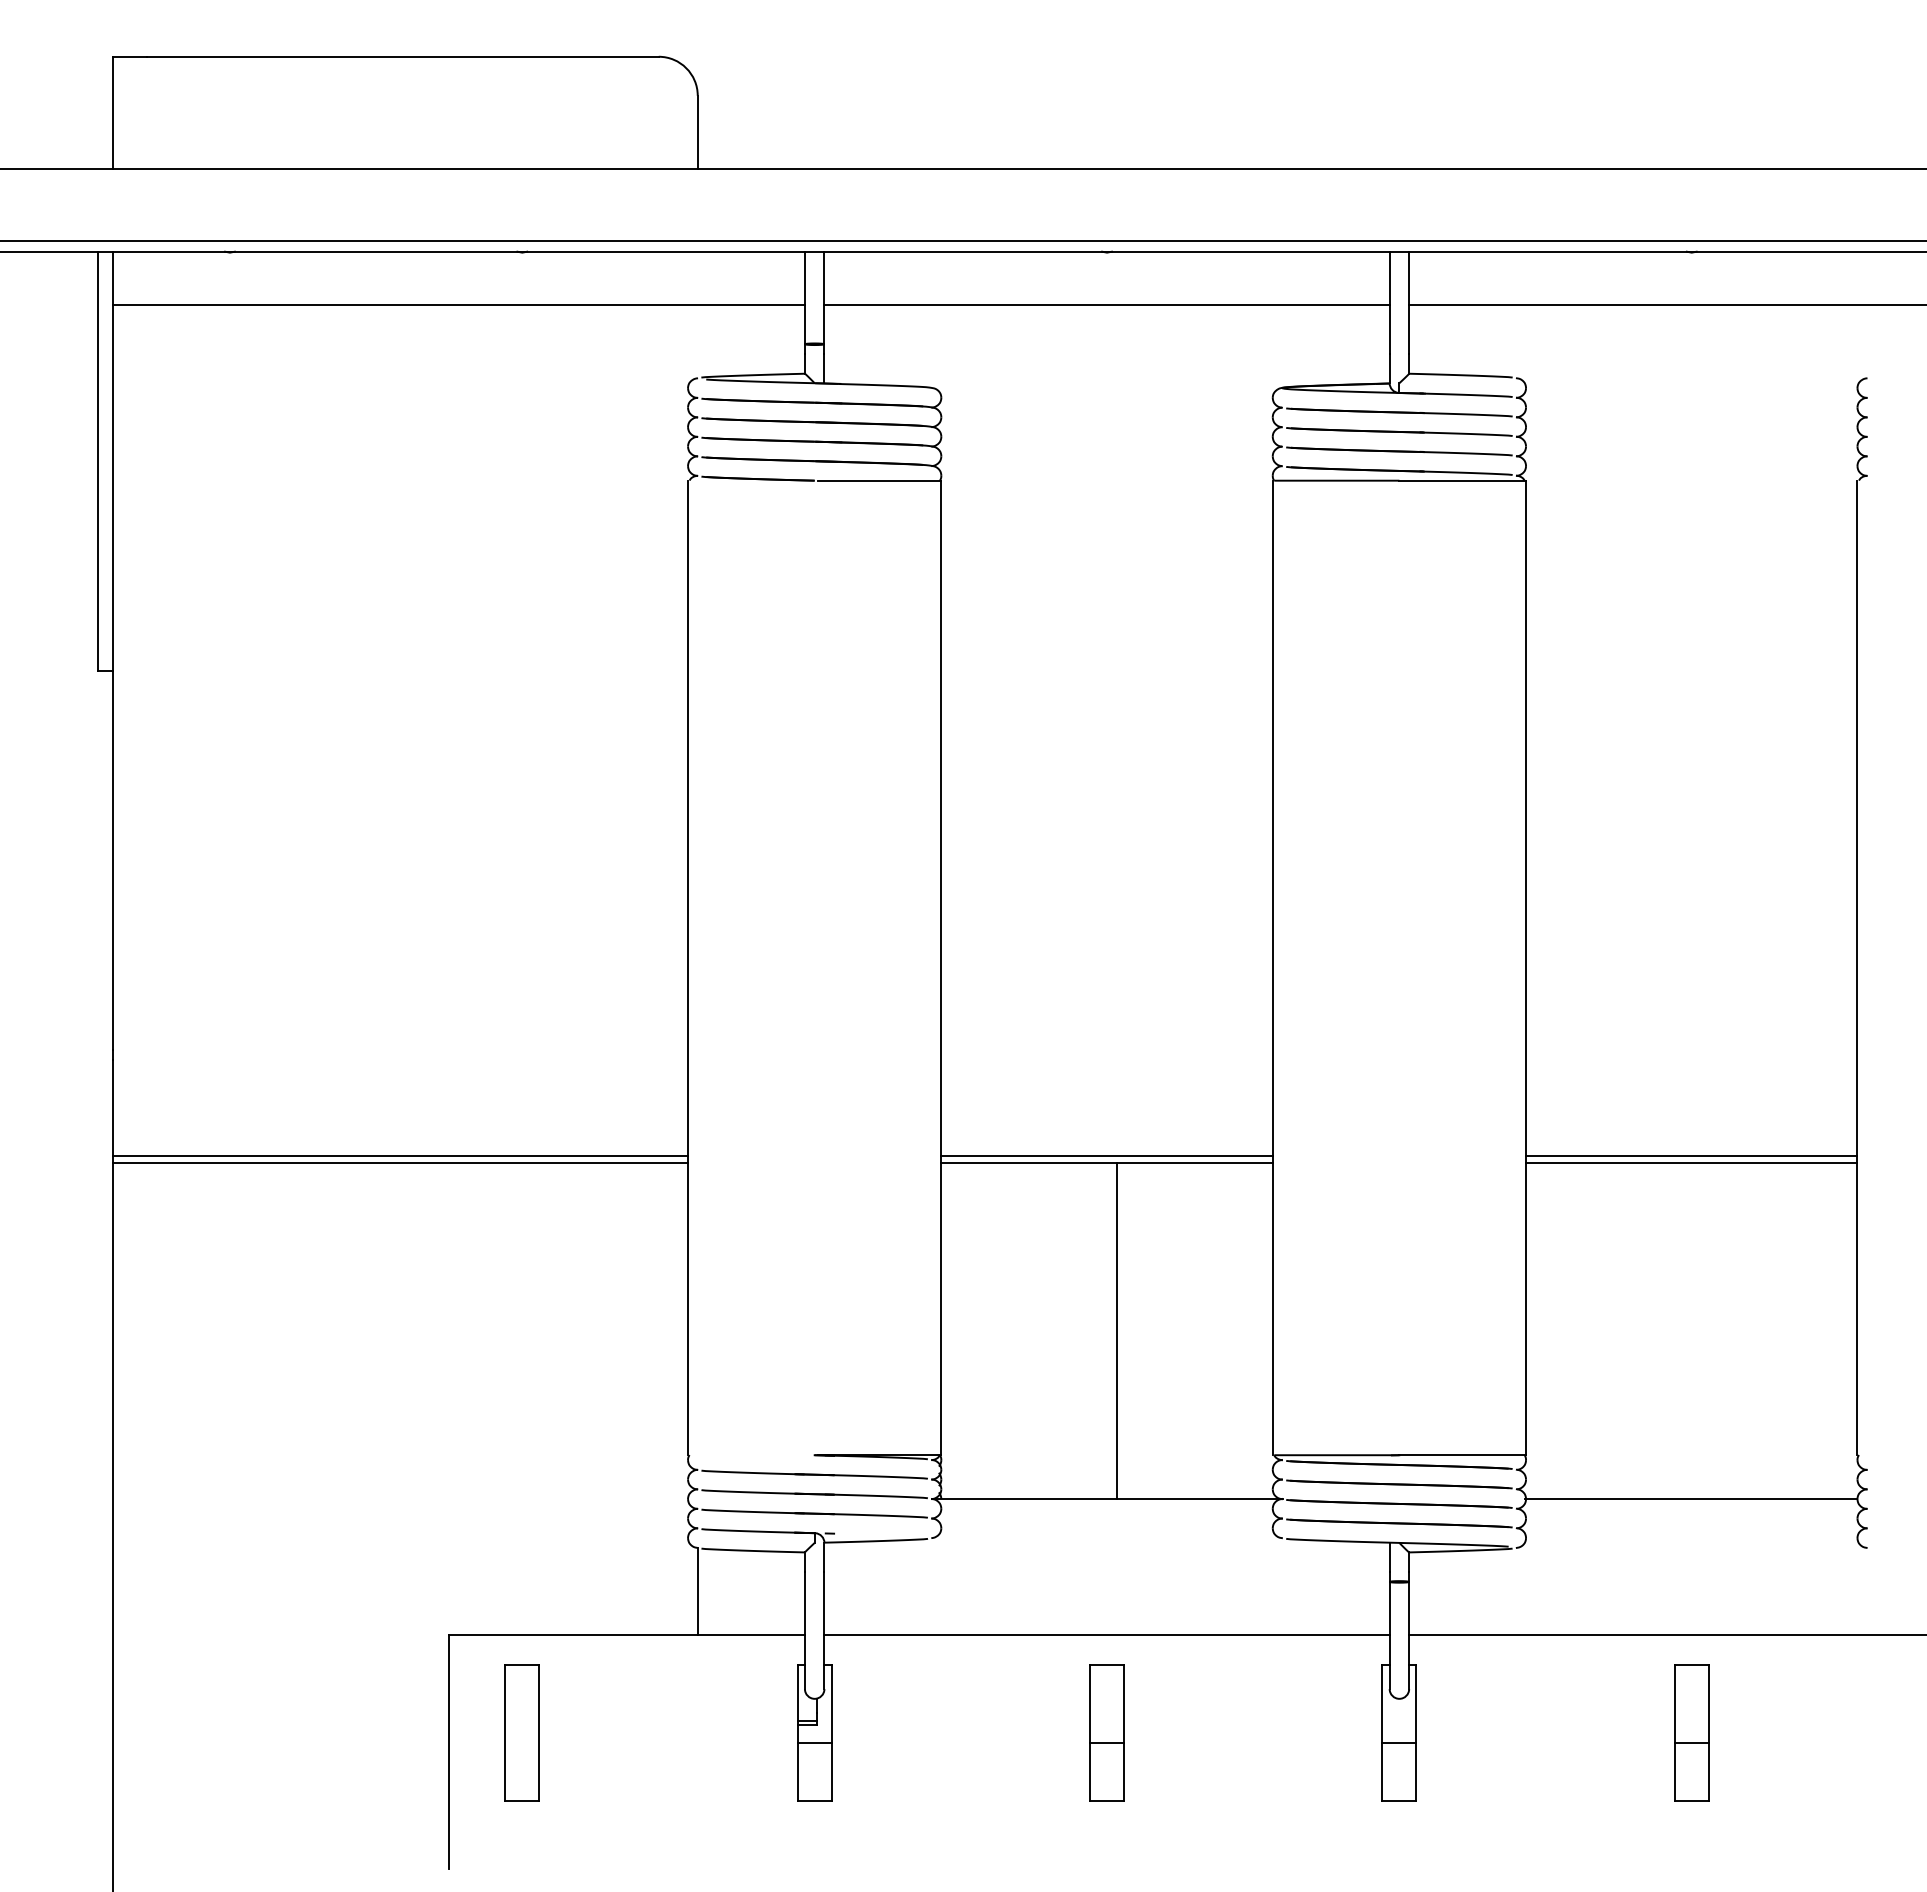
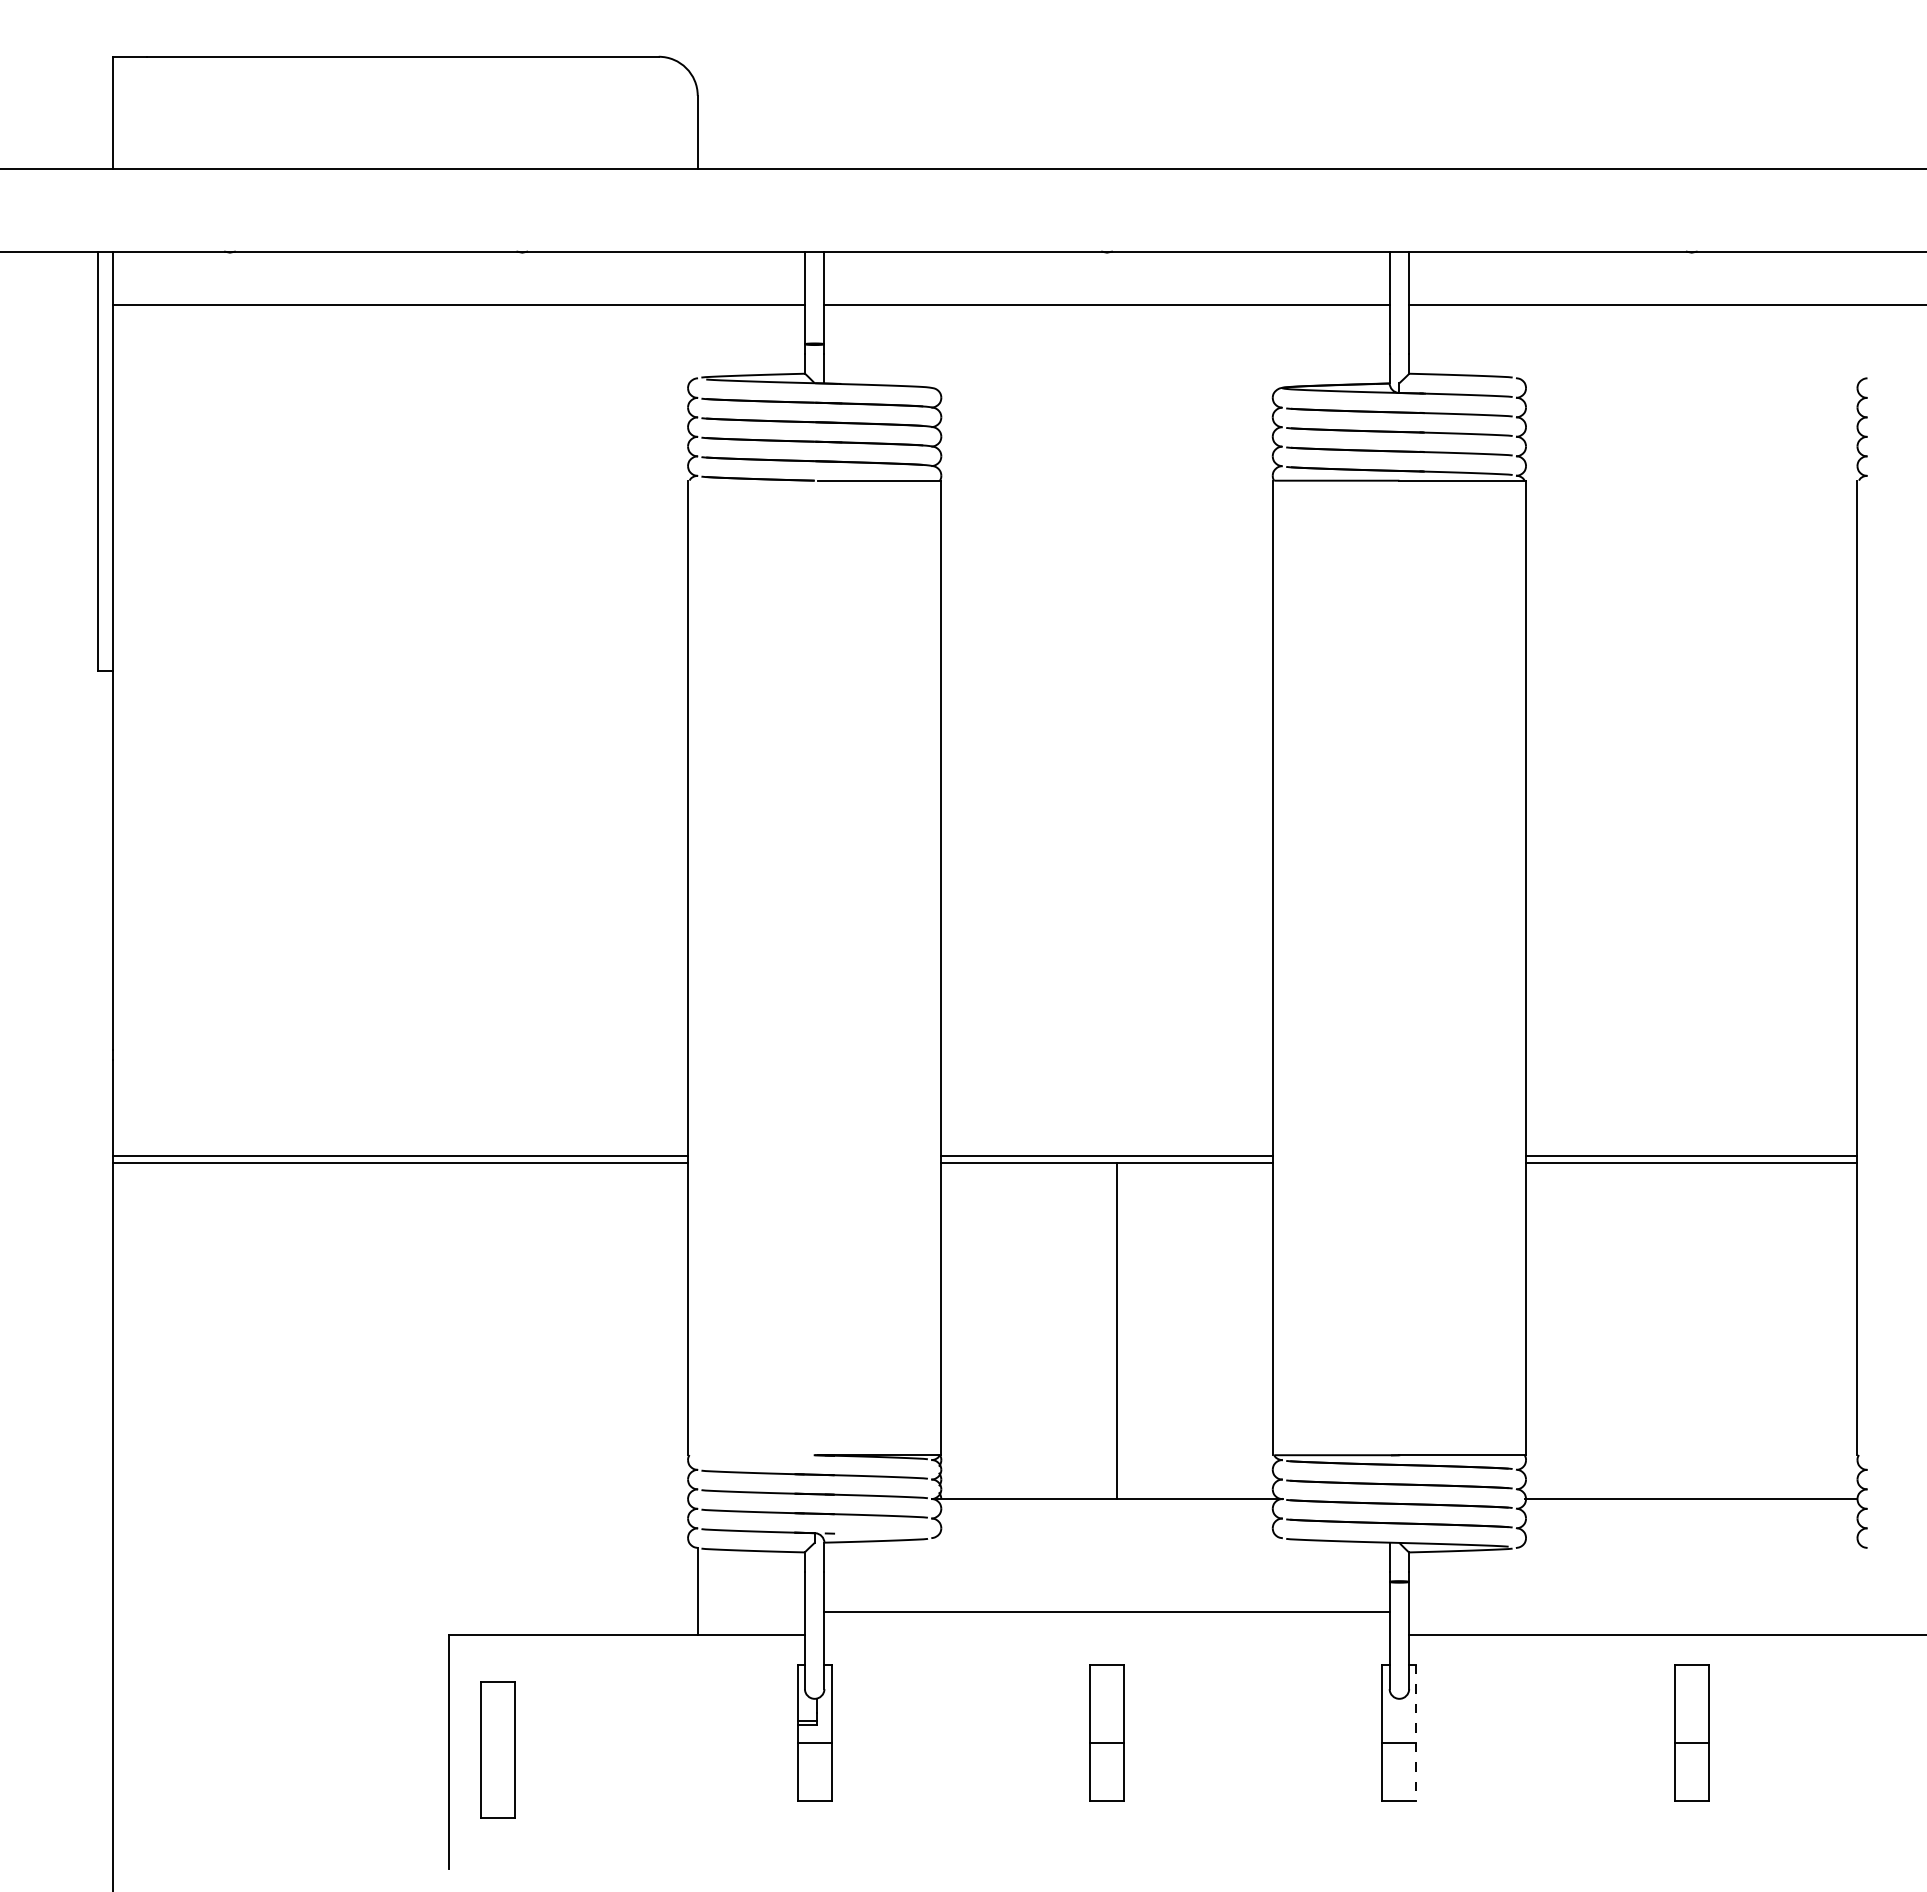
line at (962, 241): present -> none
line at (1106, 1635) position: (1106, 1635) -> (1106, 1612)
part at (521, 1732) position: (521, 1732) -> (497, 1749)
line at (1416, 1733): solid -> dashed
